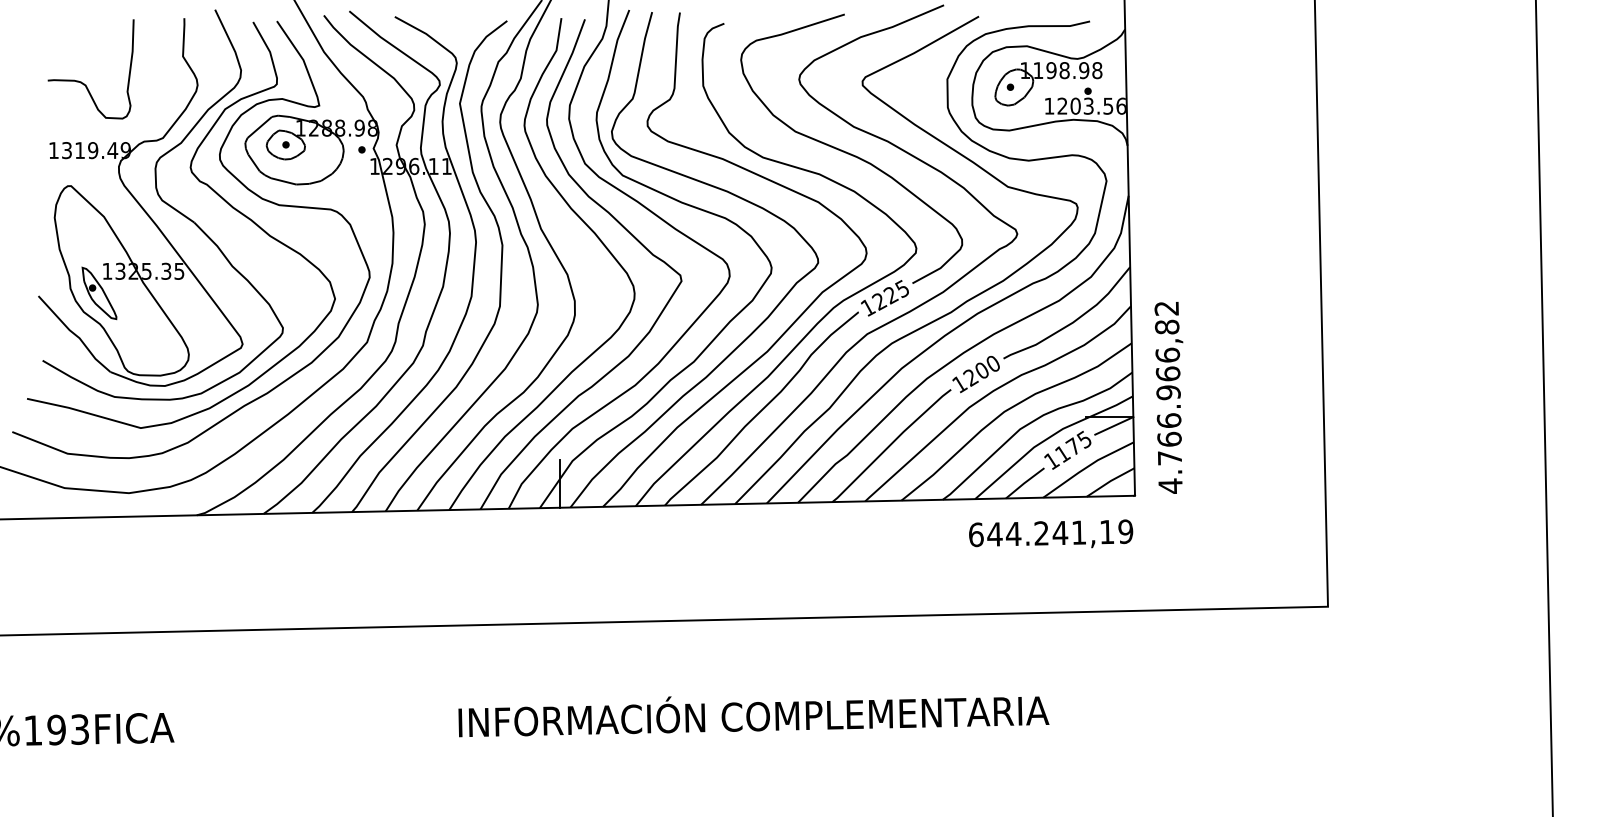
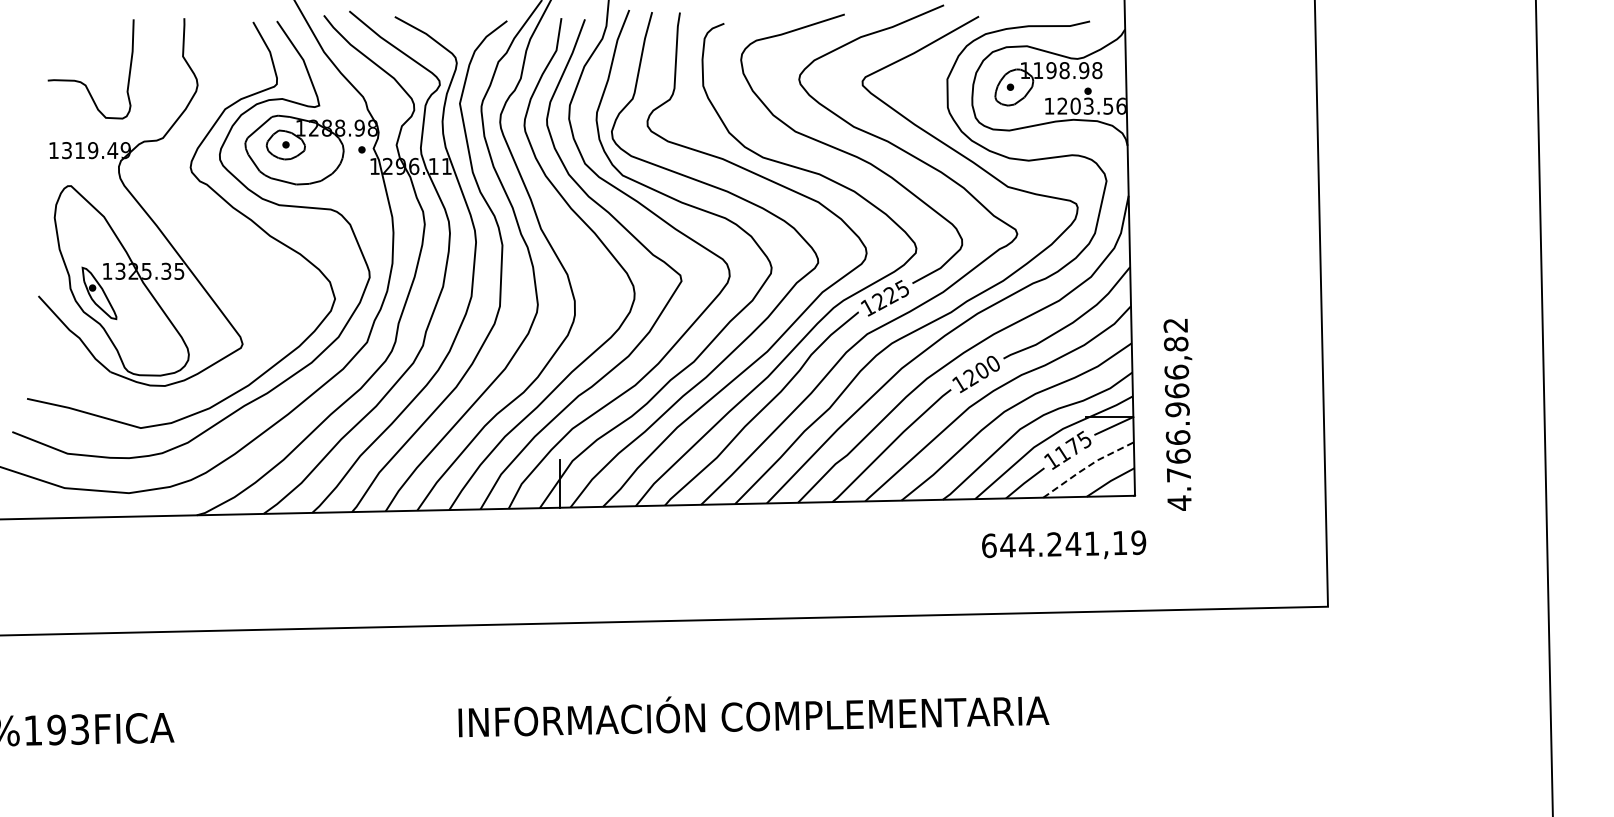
part at (162, 204): present -> none
text at (1168, 397) position: (1168, 397) -> (1177, 414)
line at (1087, 467): solid -> dashed
text at (1051, 533) position: (1051, 533) -> (1064, 544)
